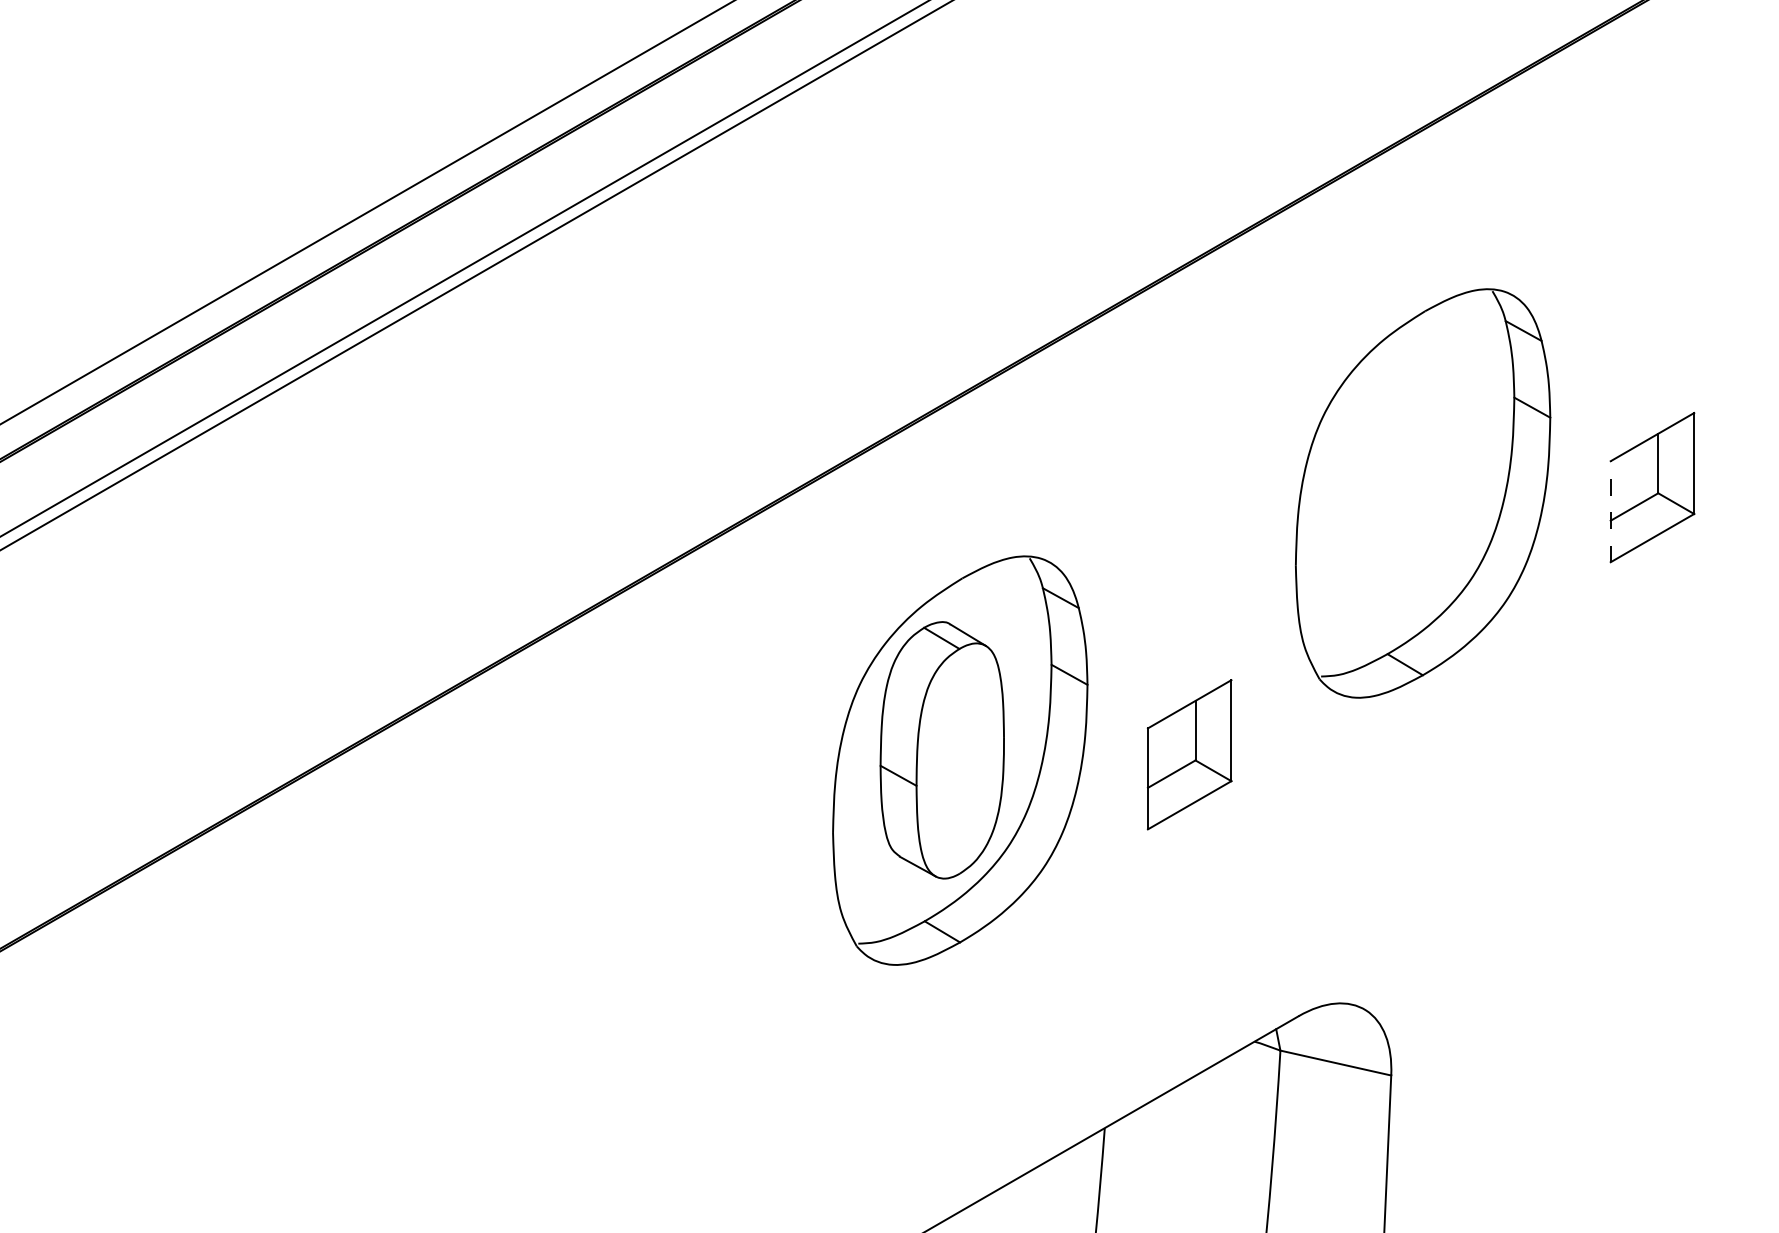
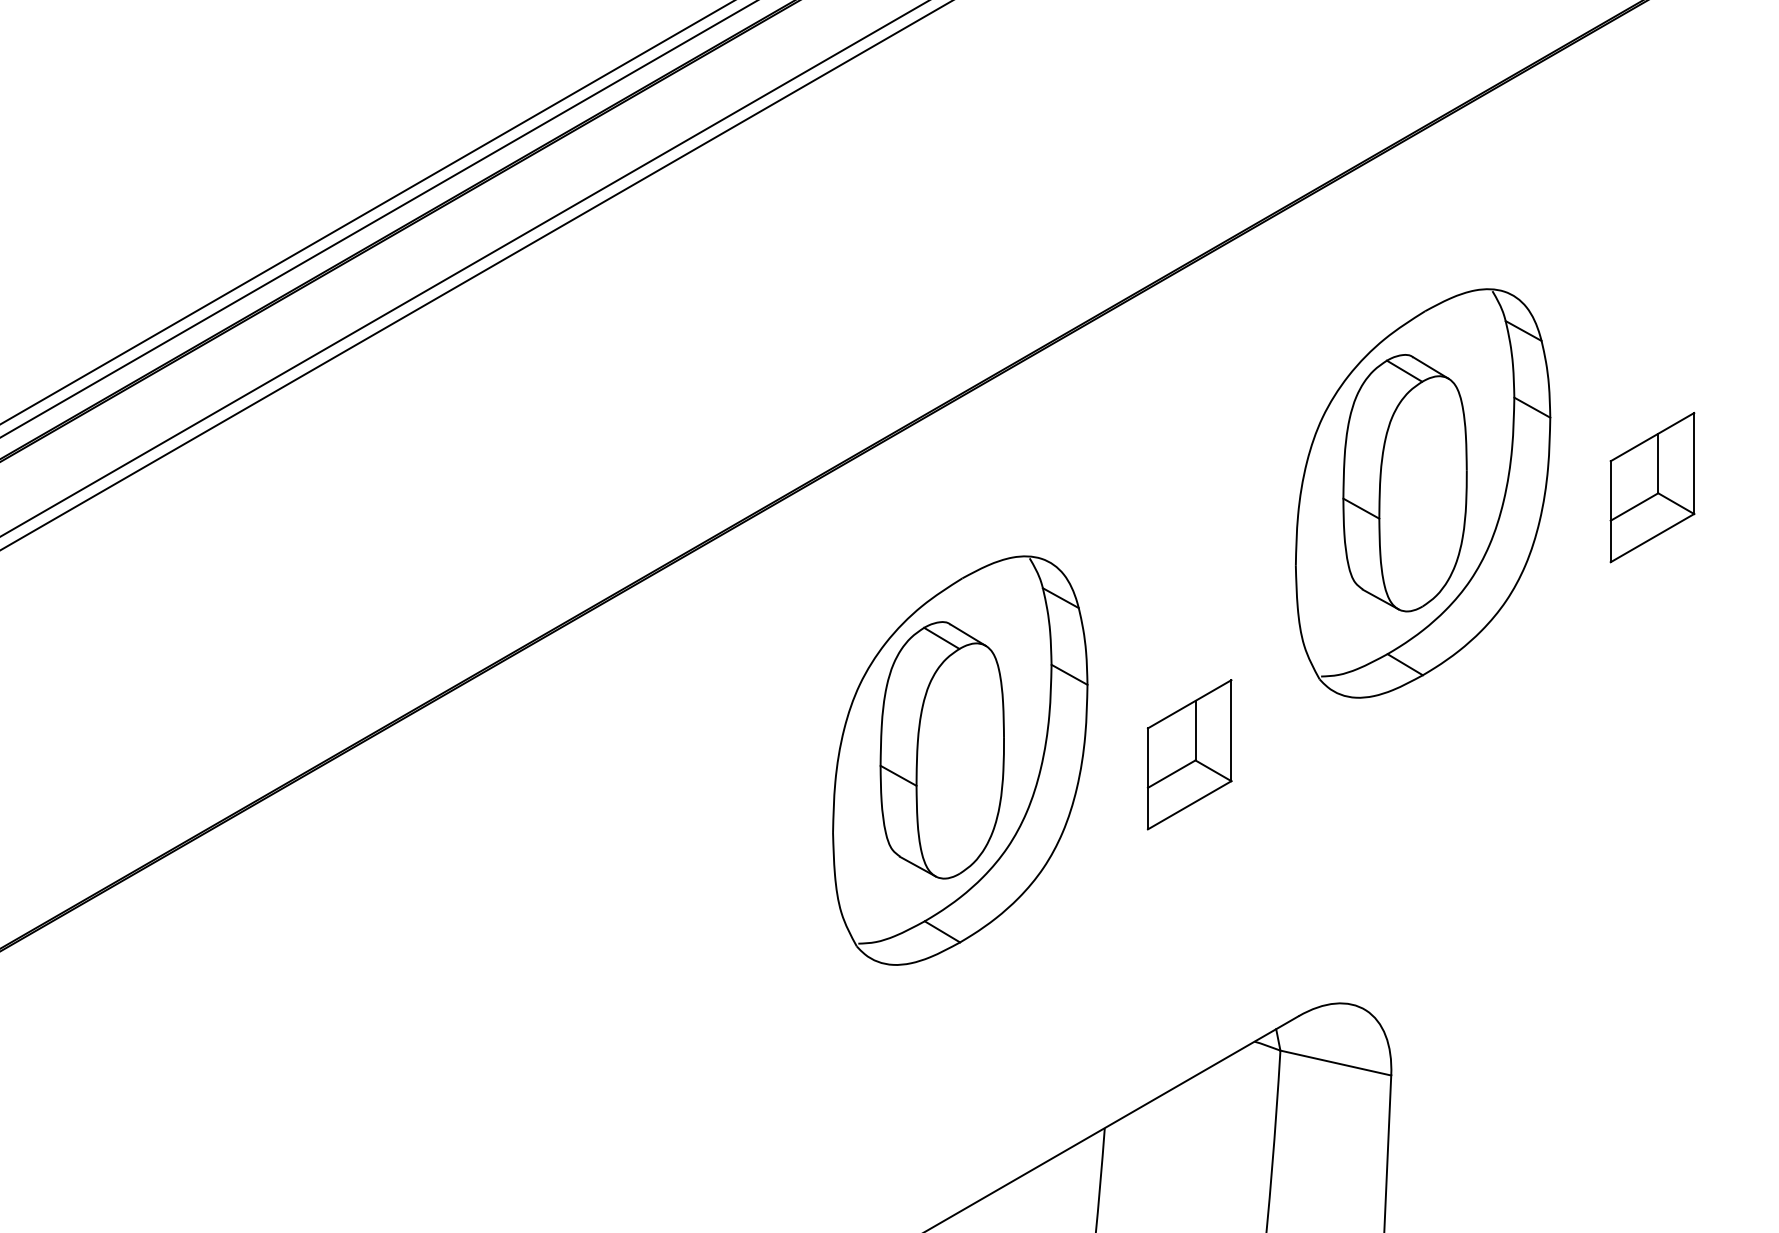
line at (378, 219): none -> present
part at (1404, 483): none -> present
line at (1610, 511): dashed -> solid
